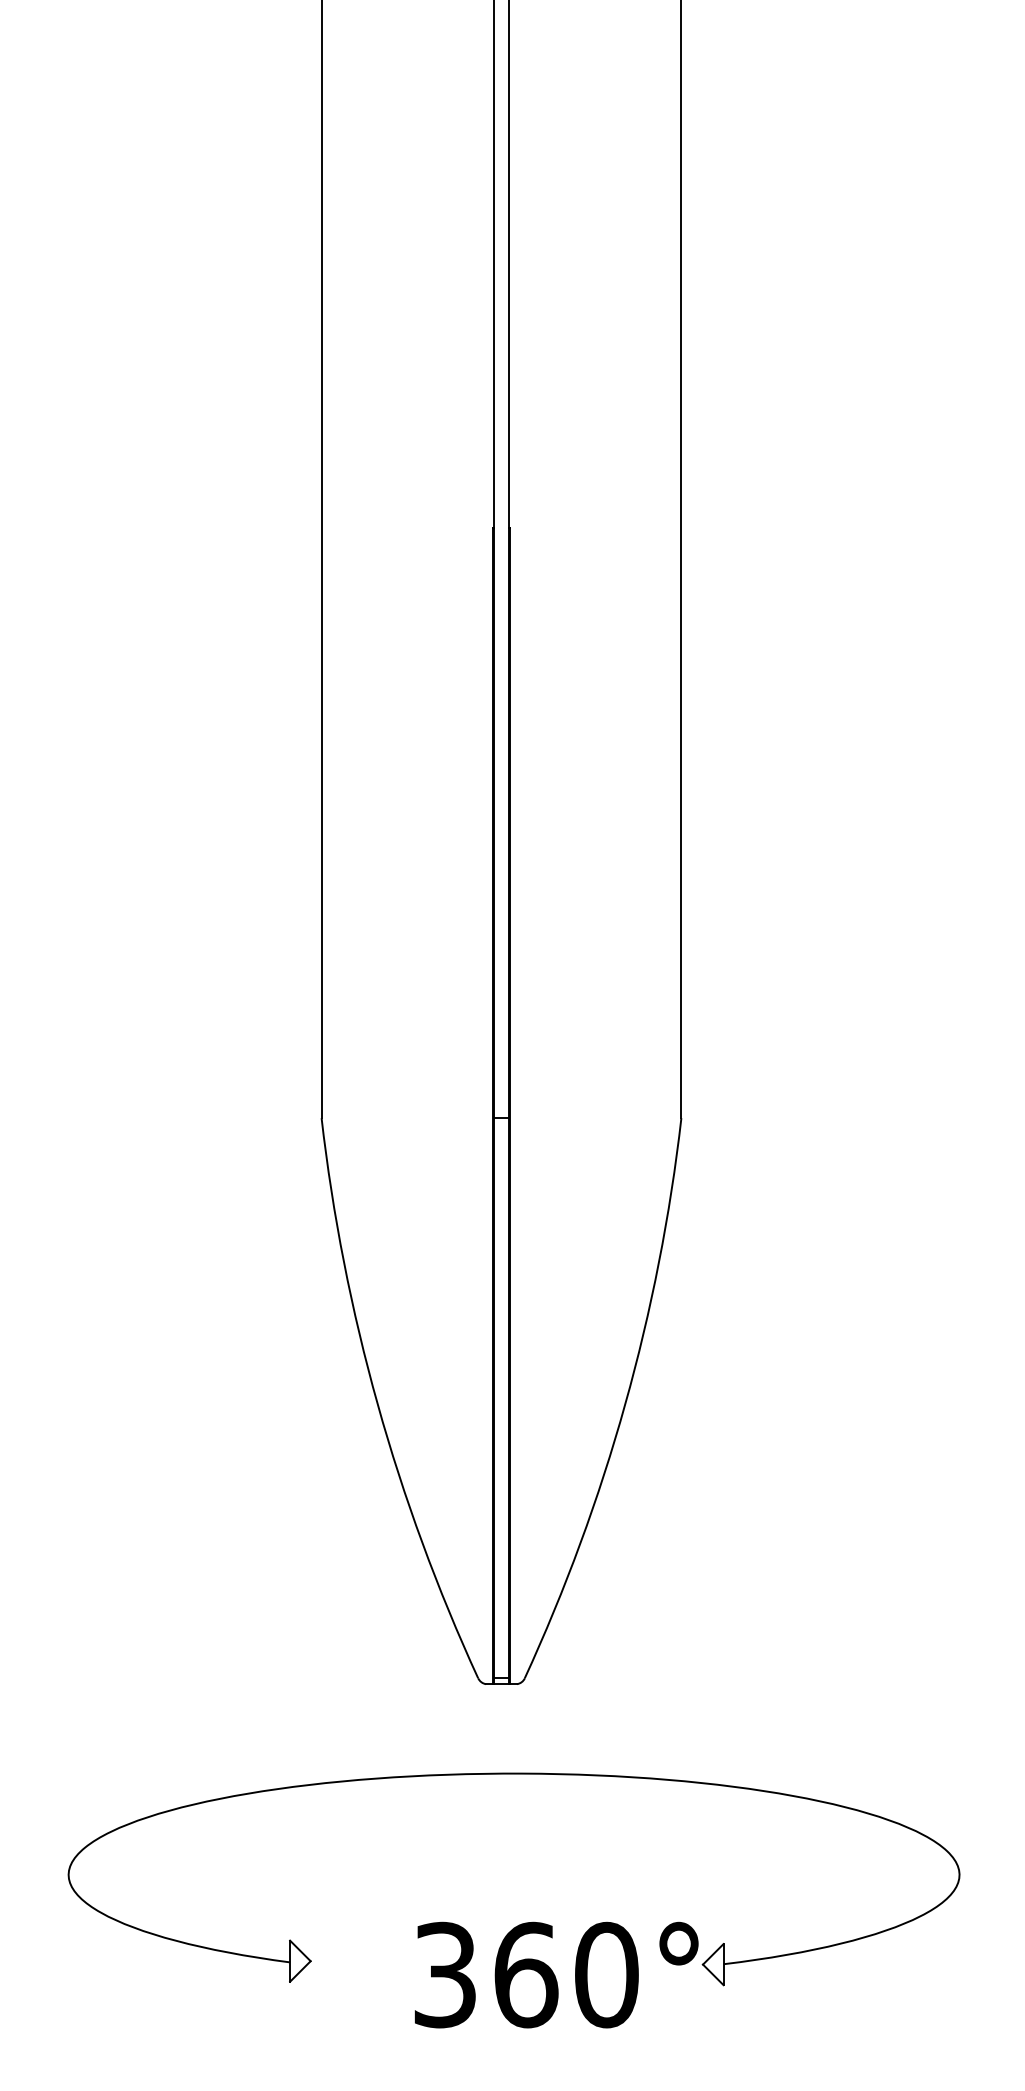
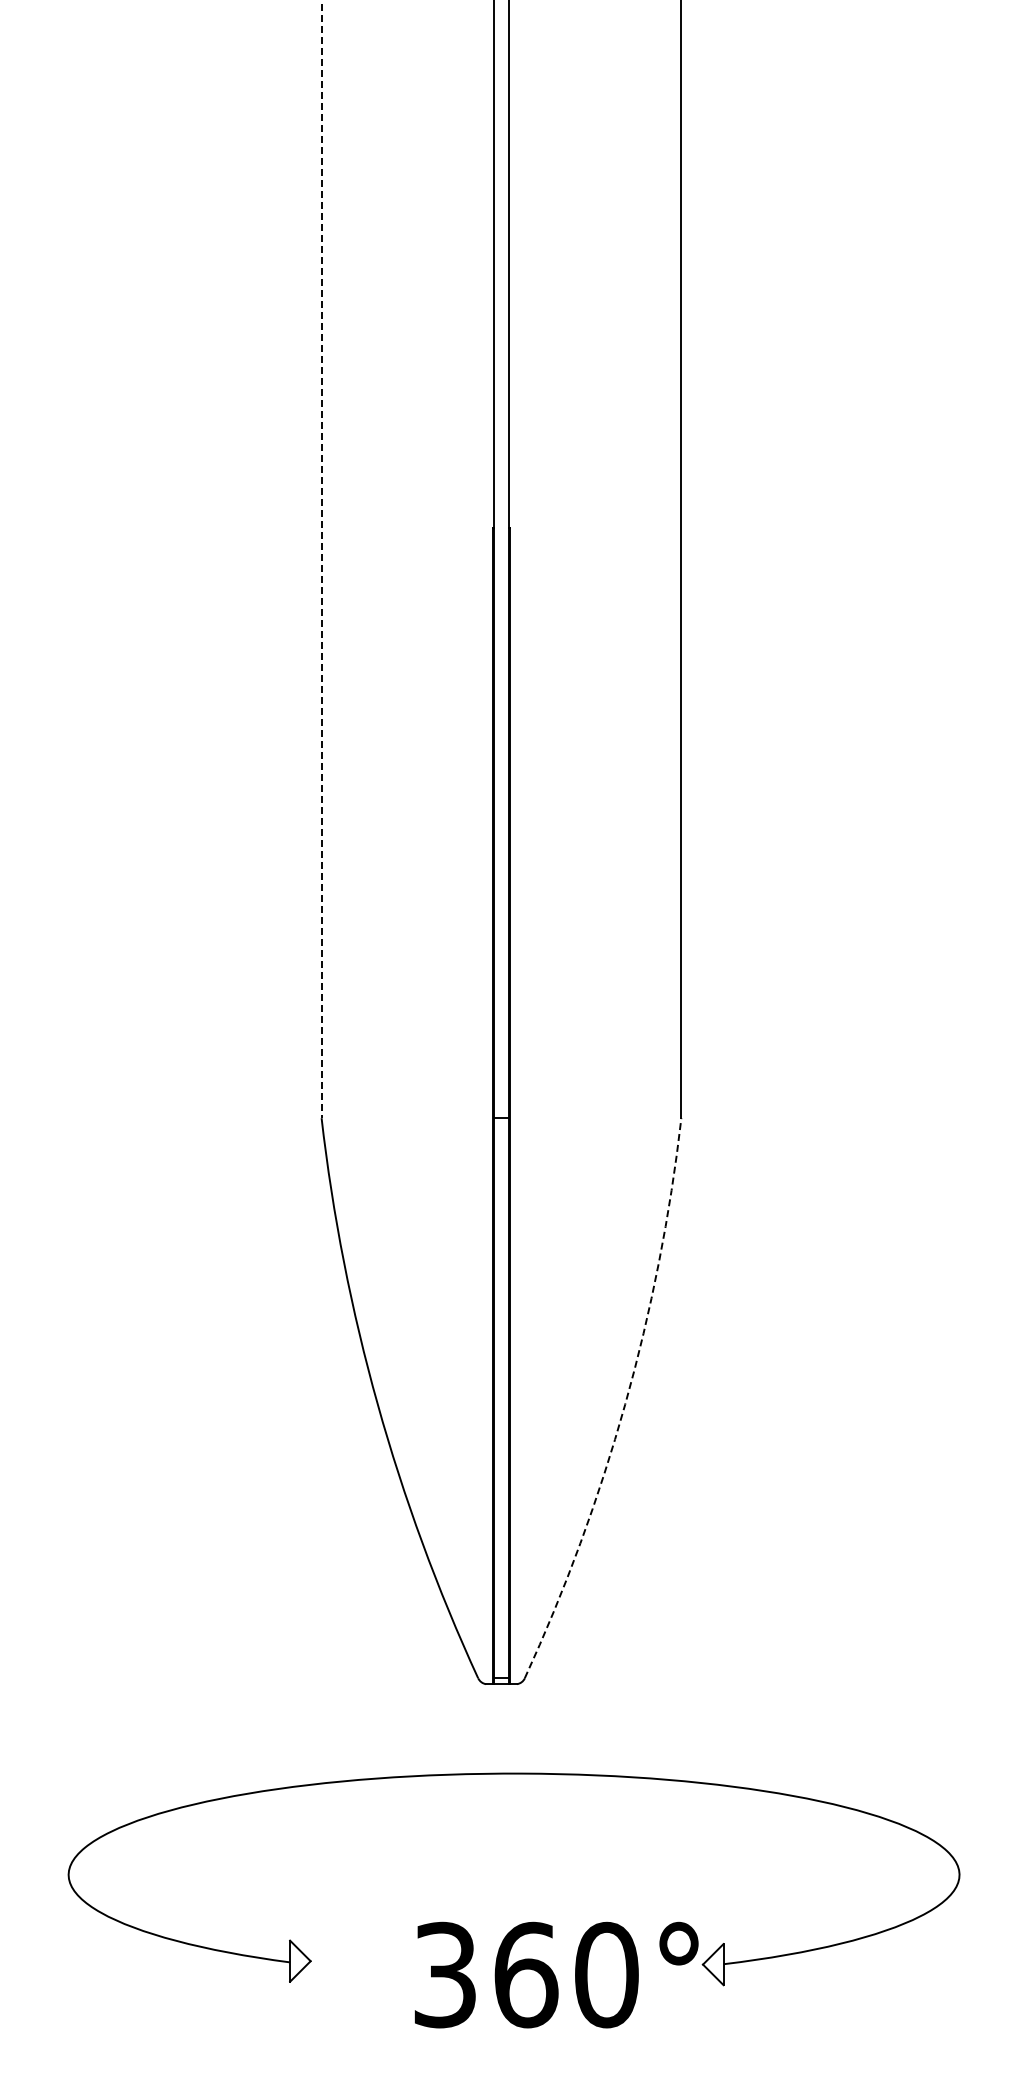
line at (321, 559): solid -> dashed
arc at (625, 1404): solid -> dashed
